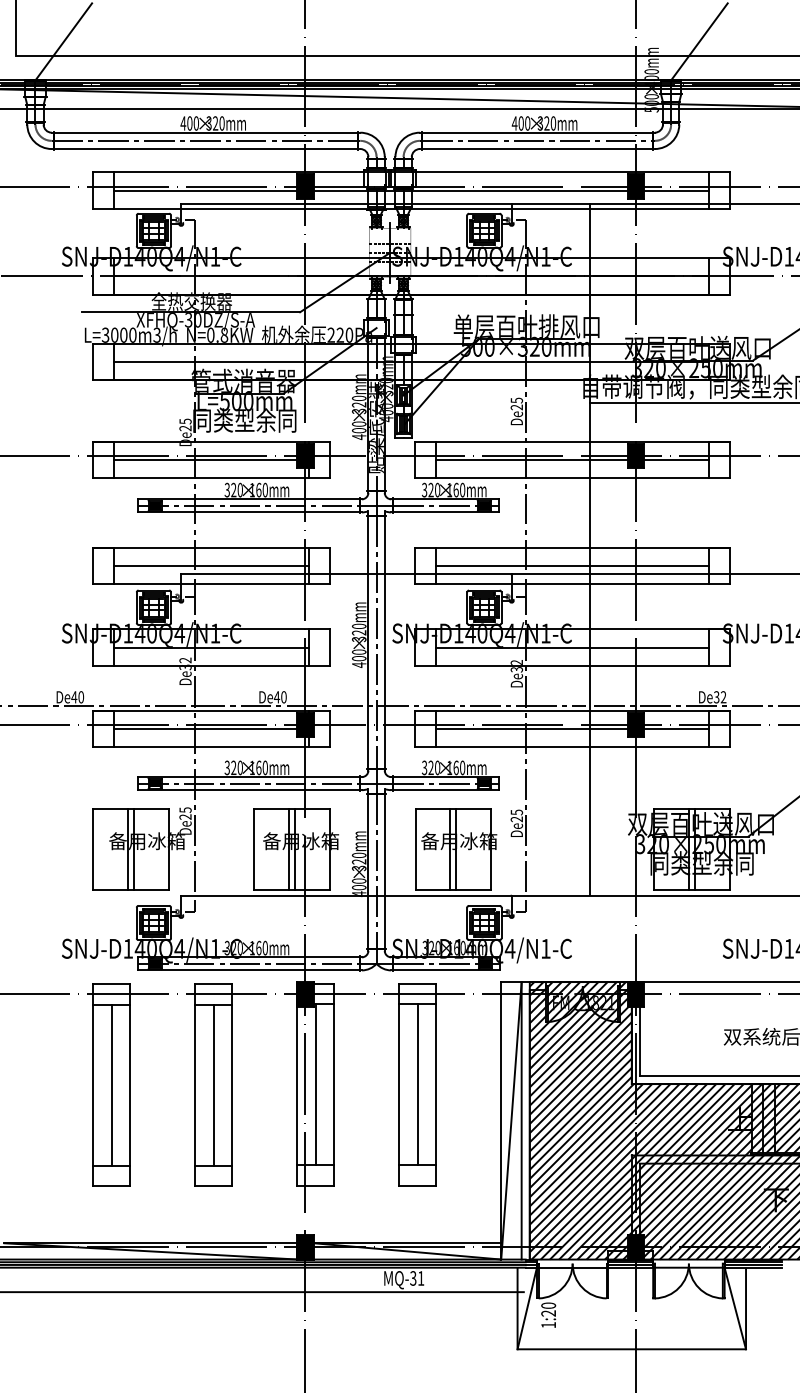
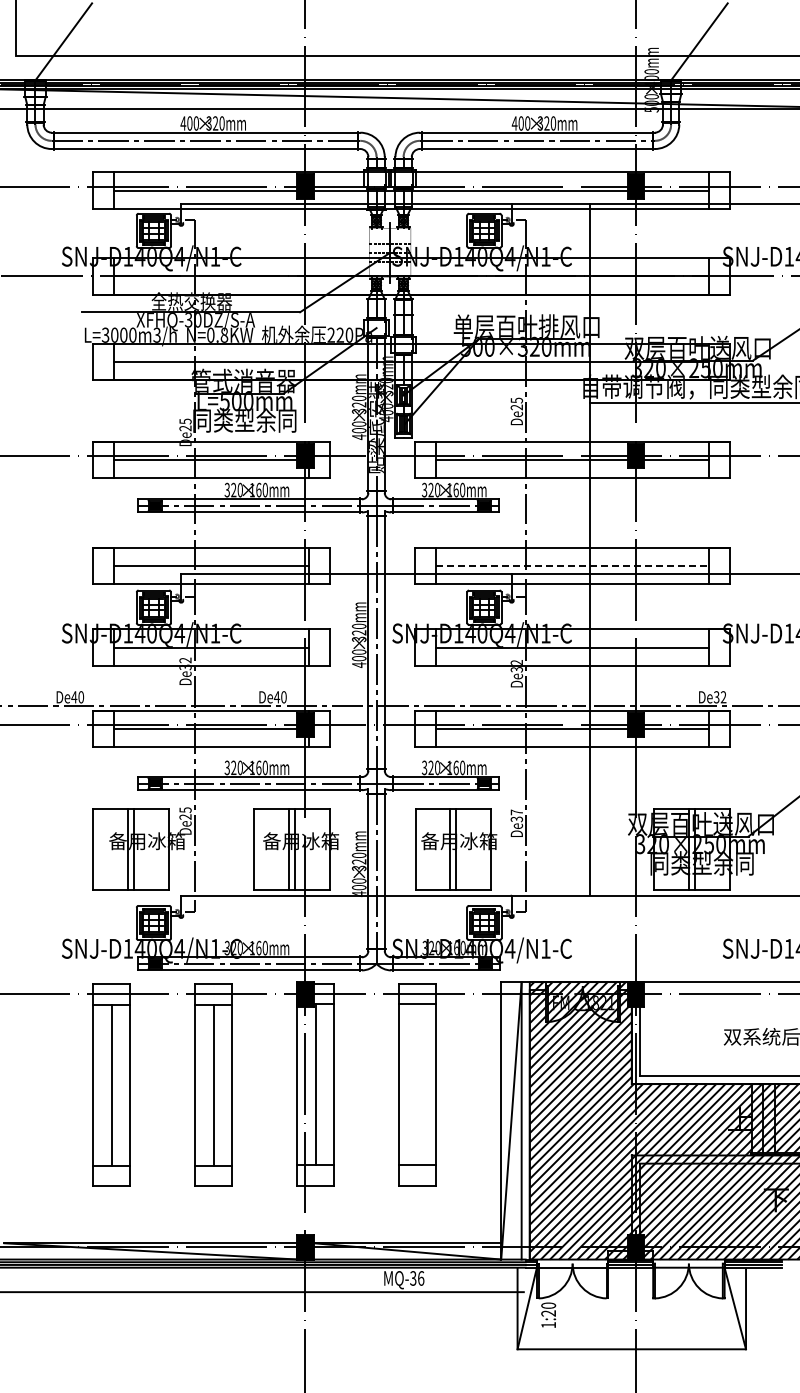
line at (572, 565): solid -> dashed
text at (517, 815): De25 -> De37
line at (417, 1084): present -> none
text at (421, 1278): MQ-31 -> MQ-36
